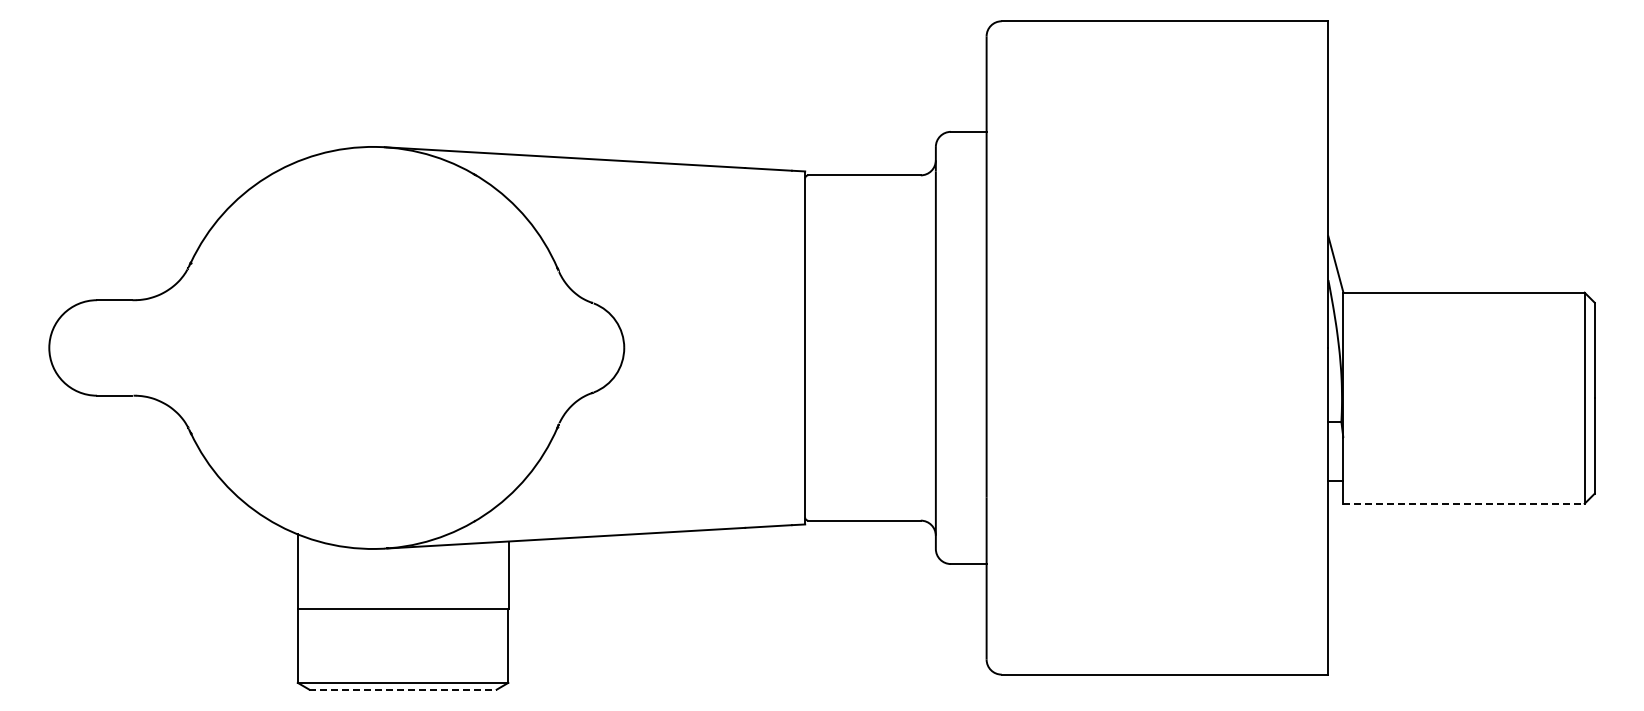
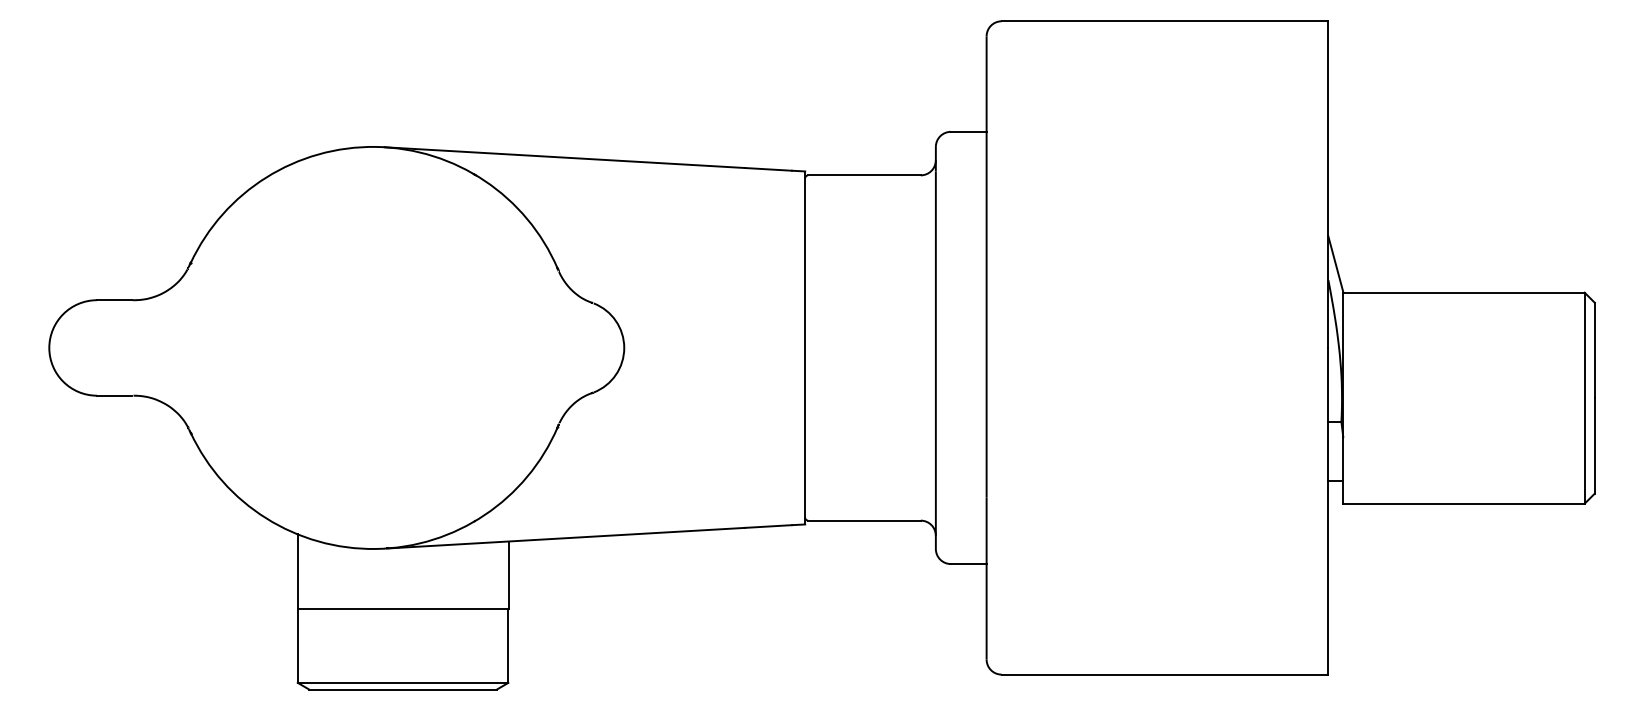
line at (1464, 503): dashed -> solid
line at (403, 689): dashed -> solid
